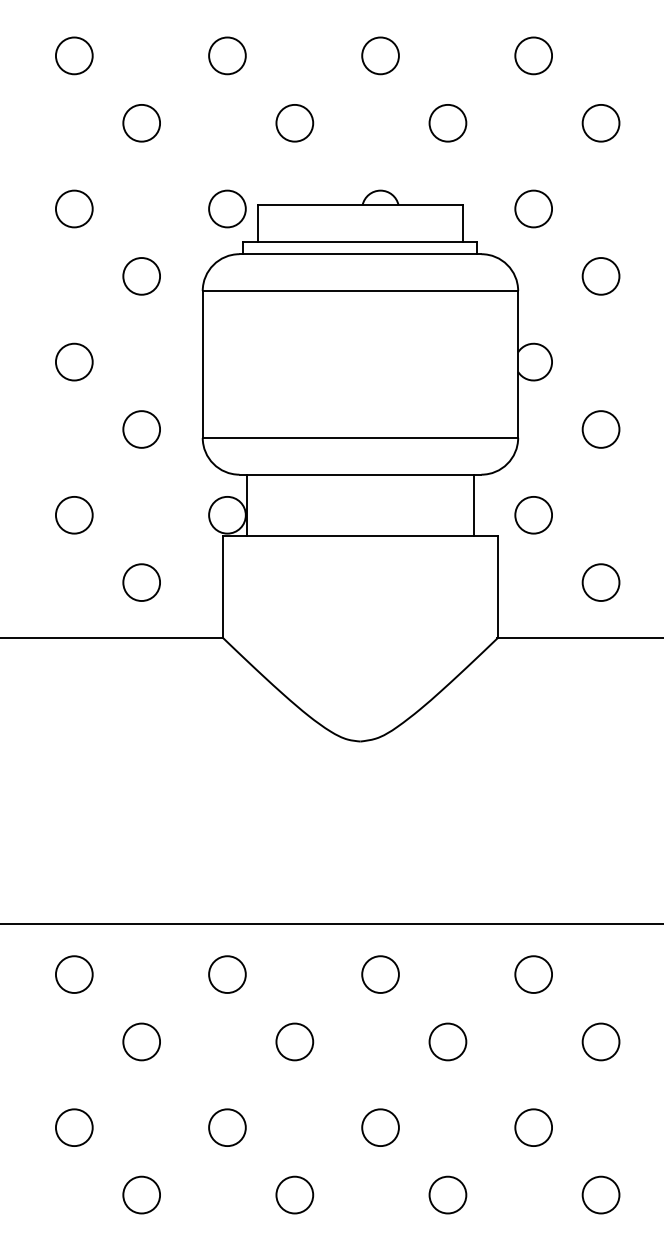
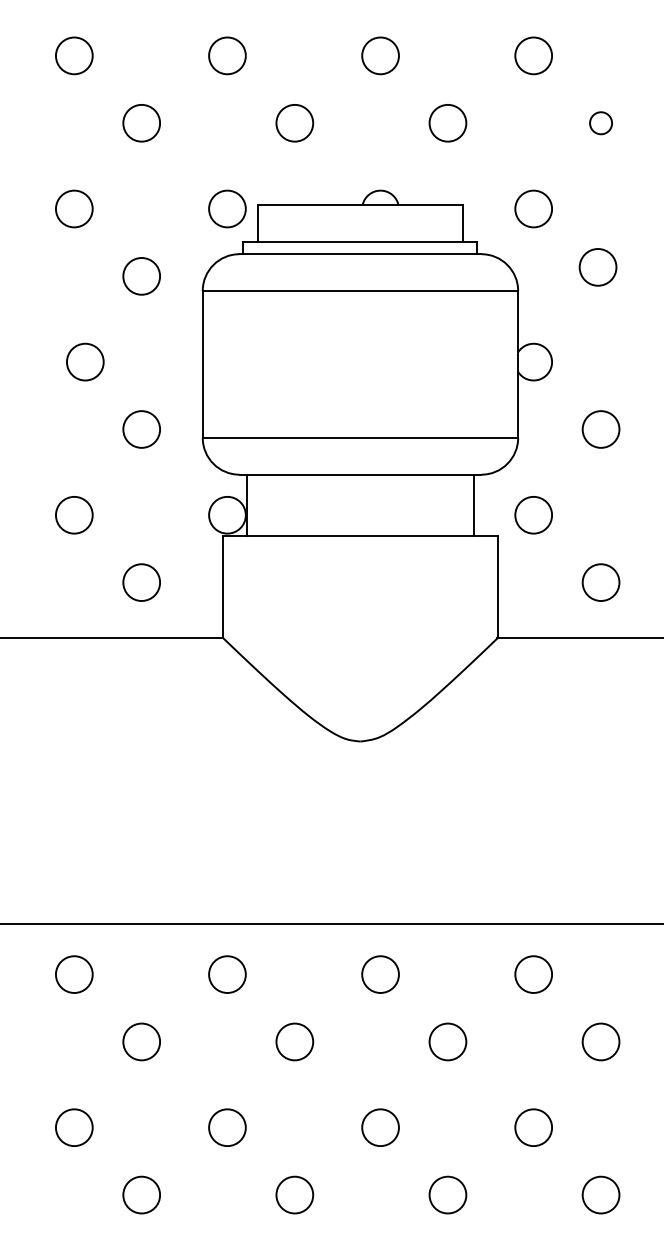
circle at (600, 122) diameter: 37 px -> 22 px
circle at (600, 276) position: (600, 276) -> (597, 267)
circle at (74, 361) position: (74, 361) -> (85, 361)
